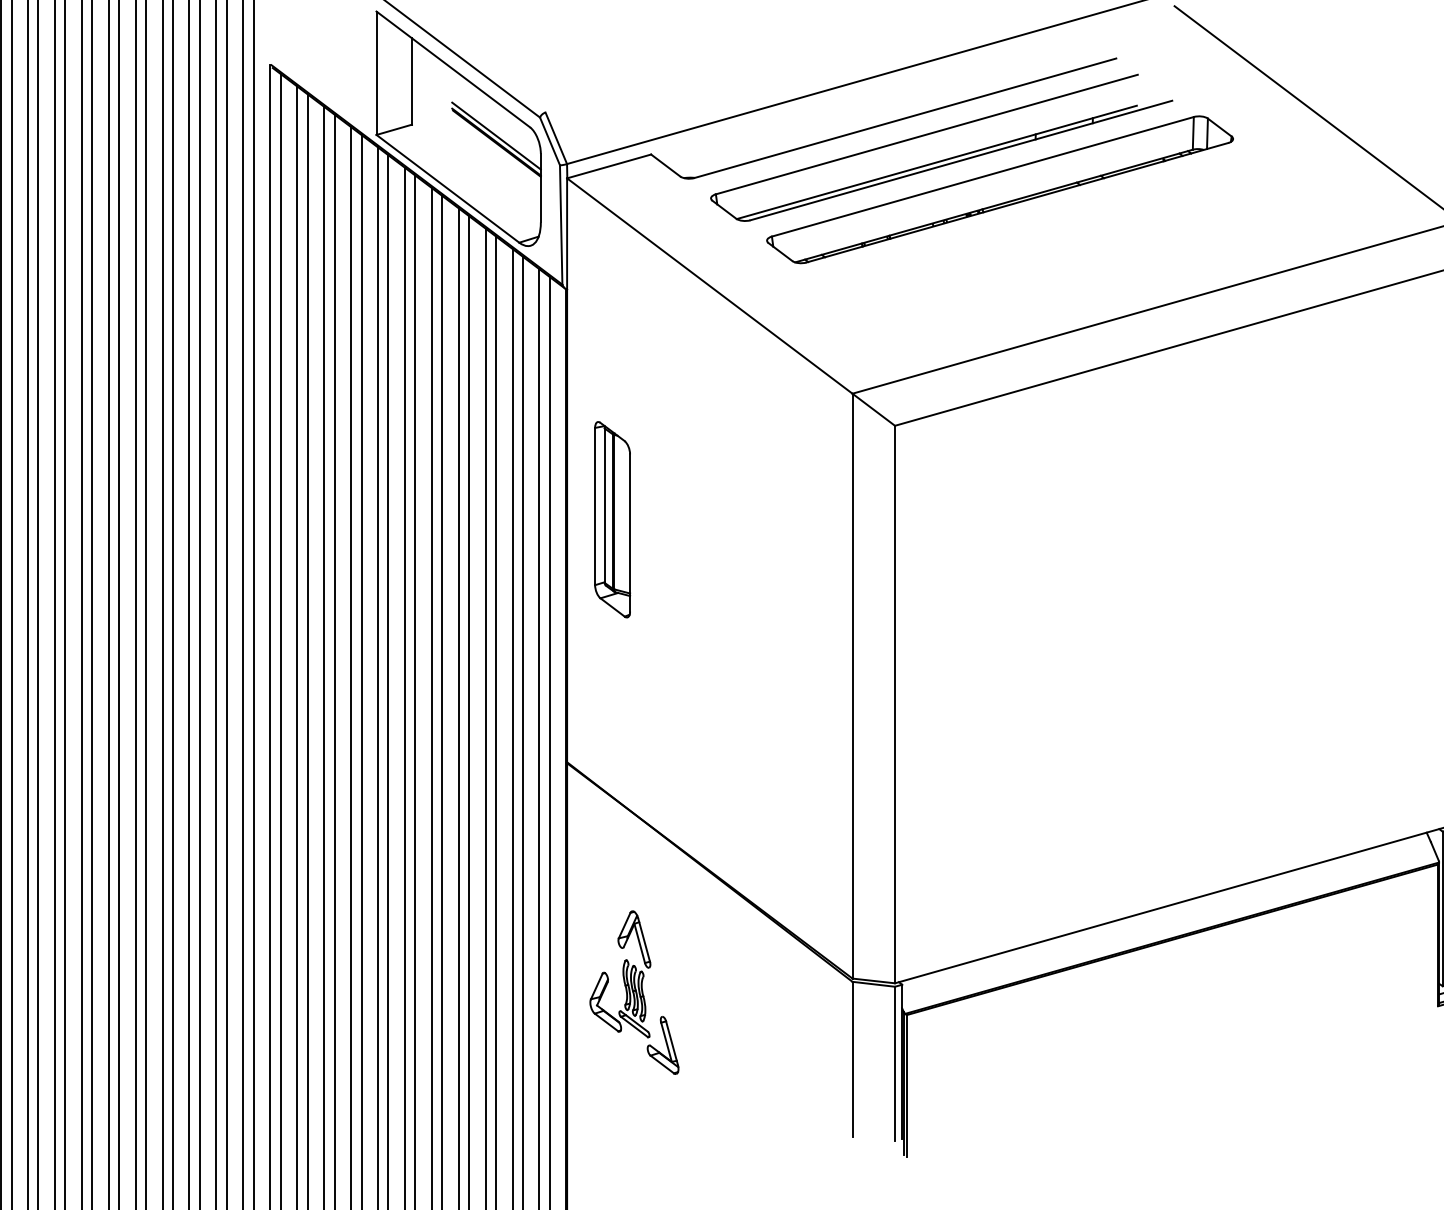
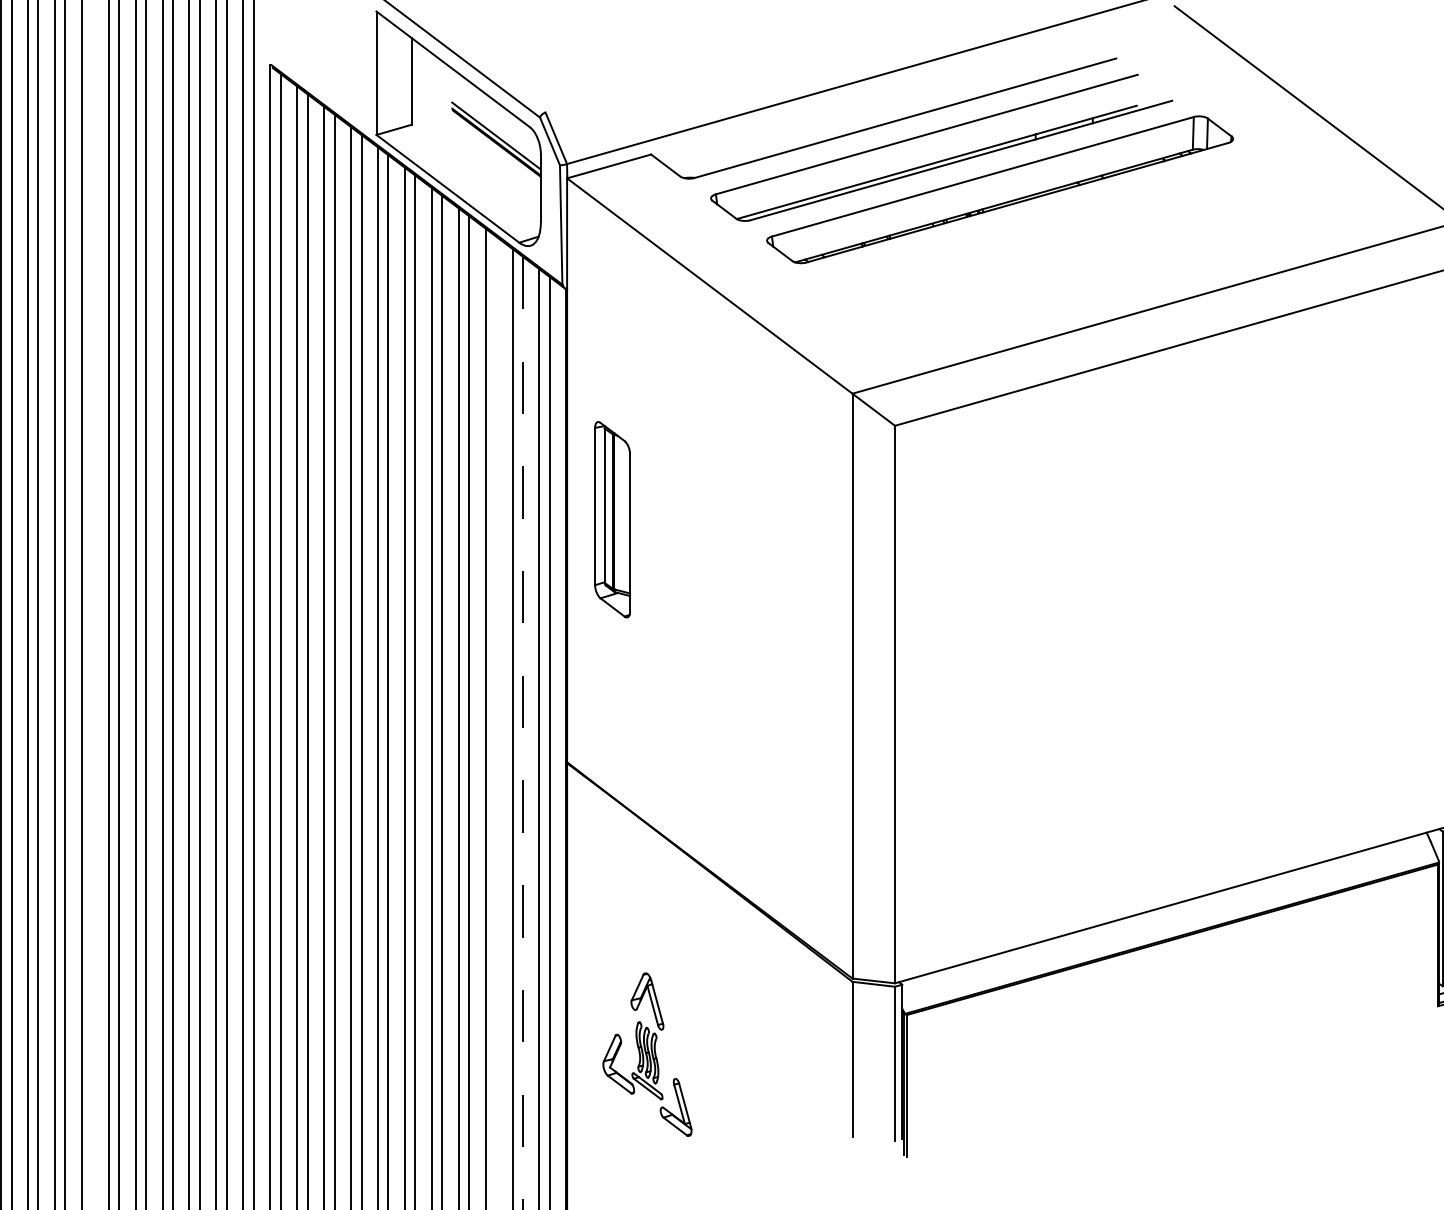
line at (92, 604): present -> none
line at (496, 721): present -> none
line at (523, 733): solid -> dashed
part at (634, 992) position: (634, 992) -> (647, 1054)
